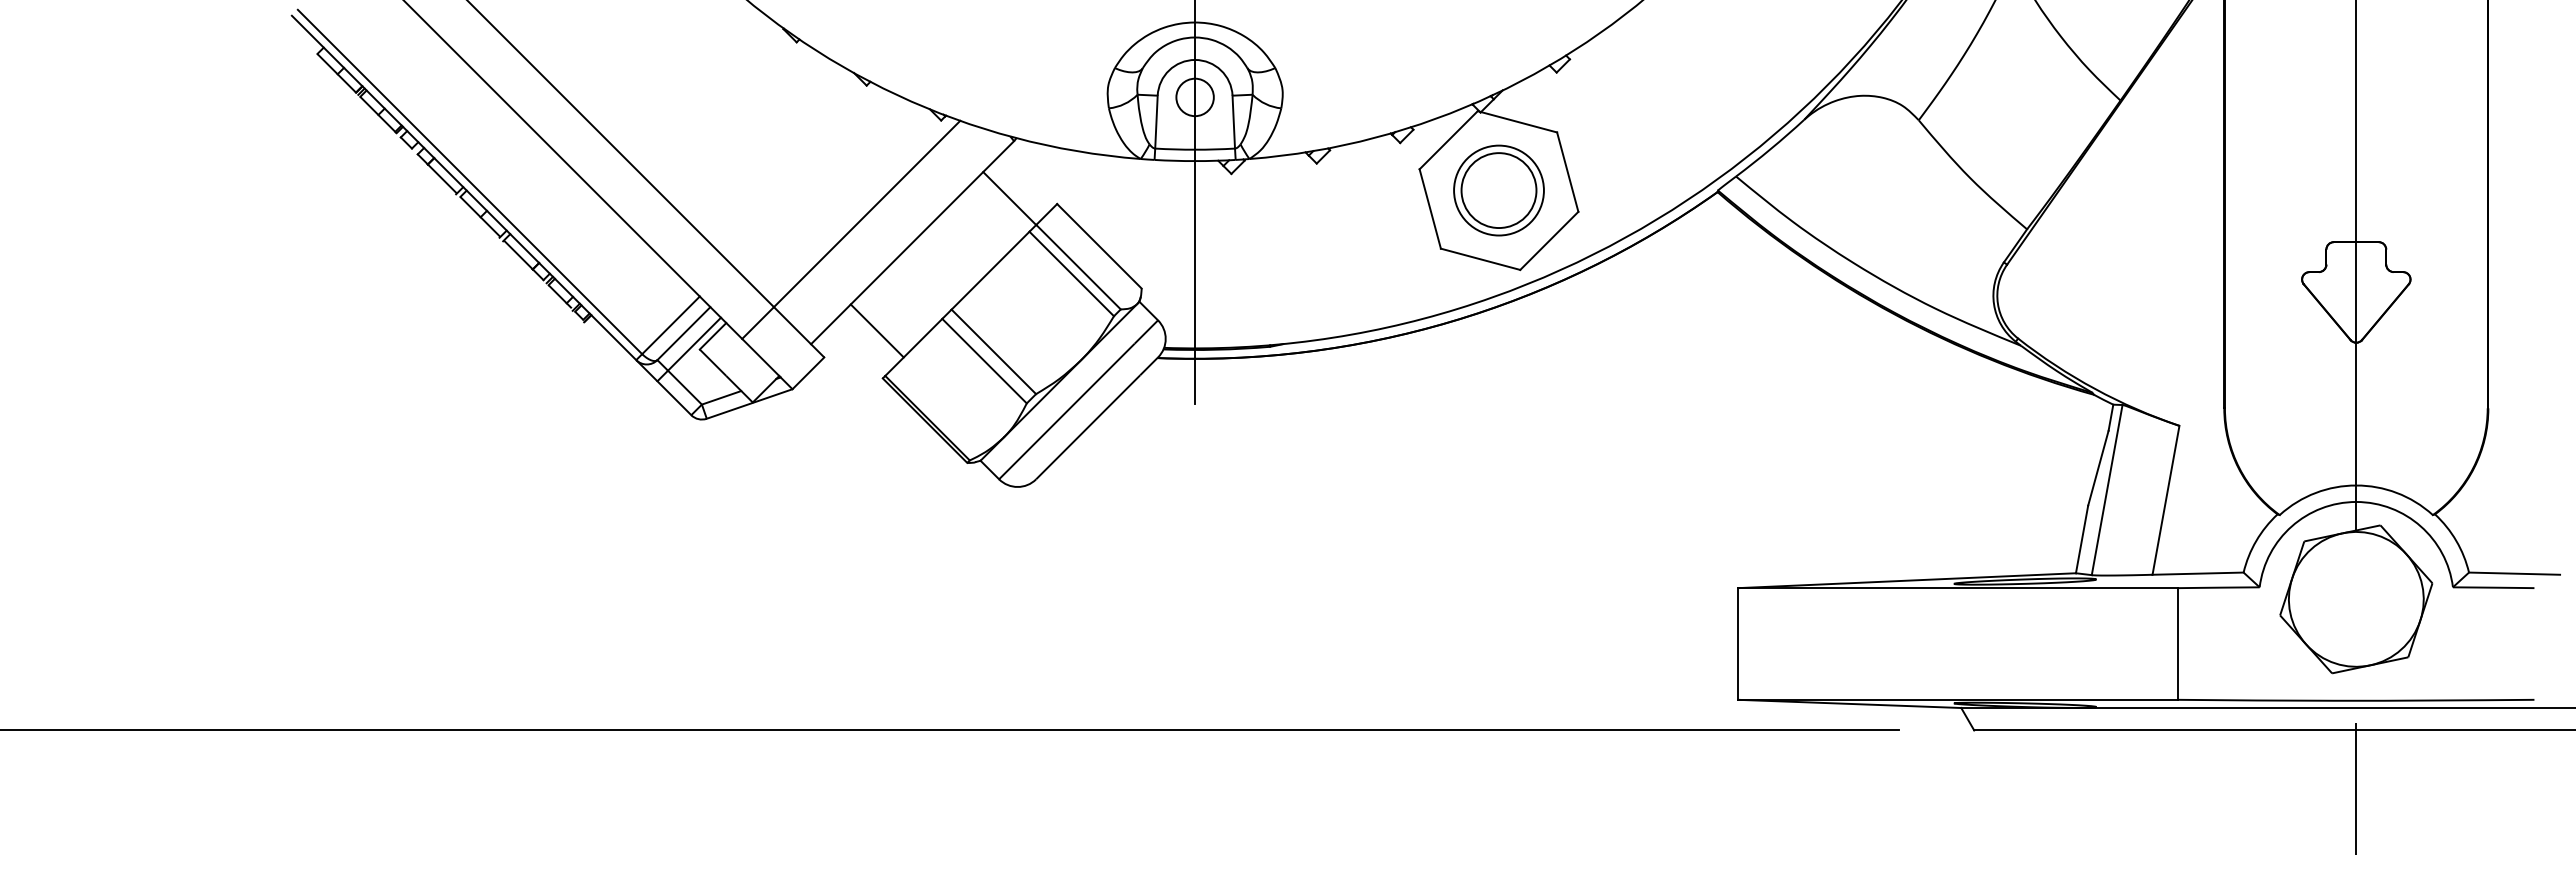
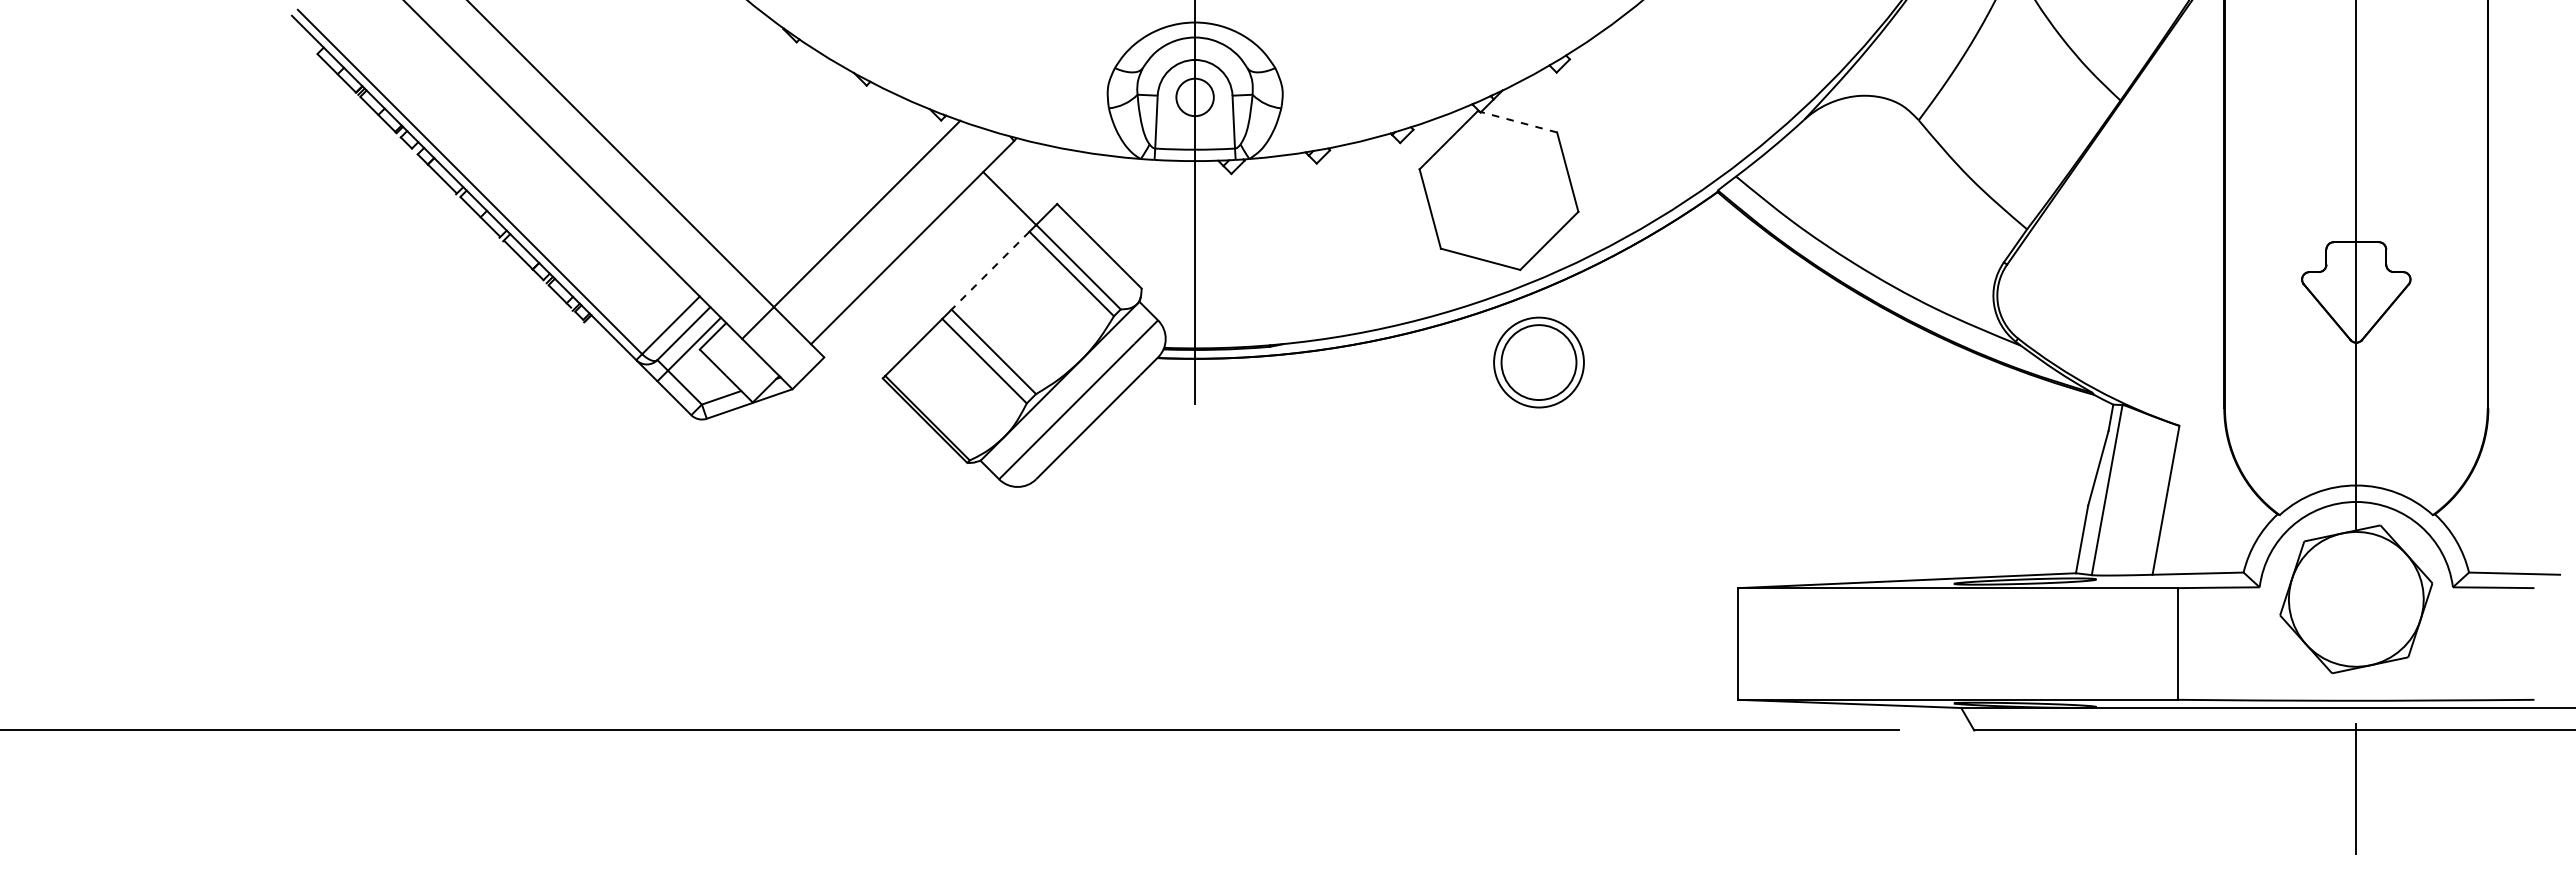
line at (1518, 122): solid -> dashed
part at (1498, 190) position: (1498, 190) -> (1538, 362)
line at (990, 271): solid -> dashed
line at (876, 330): present -> none
